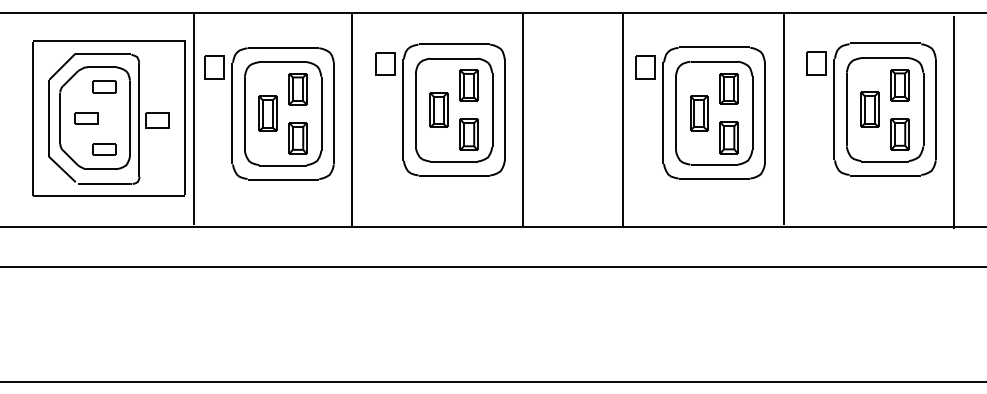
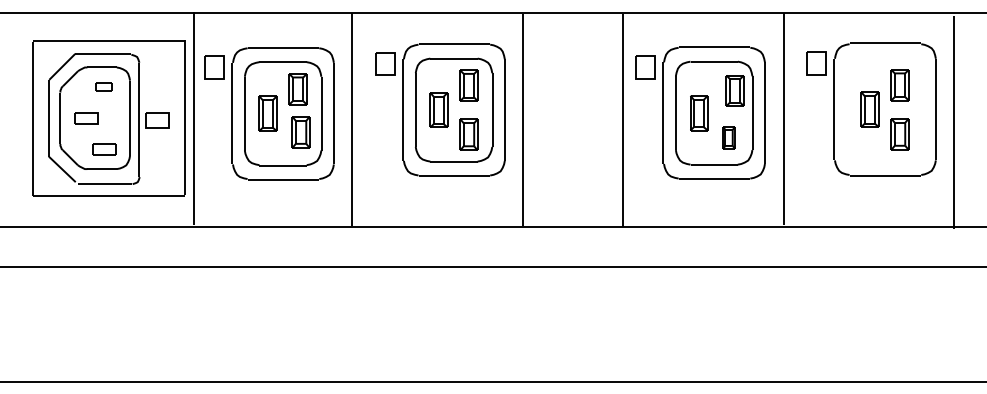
part at (104, 86) size: 25x14 px -> 18x10 px
part at (728, 88) position: (728, 88) -> (734, 90)
part at (885, 109): present -> none
part at (728, 137) size: 20x34 px -> 14x24 px
part at (297, 138) position: (297, 138) -> (300, 132)
